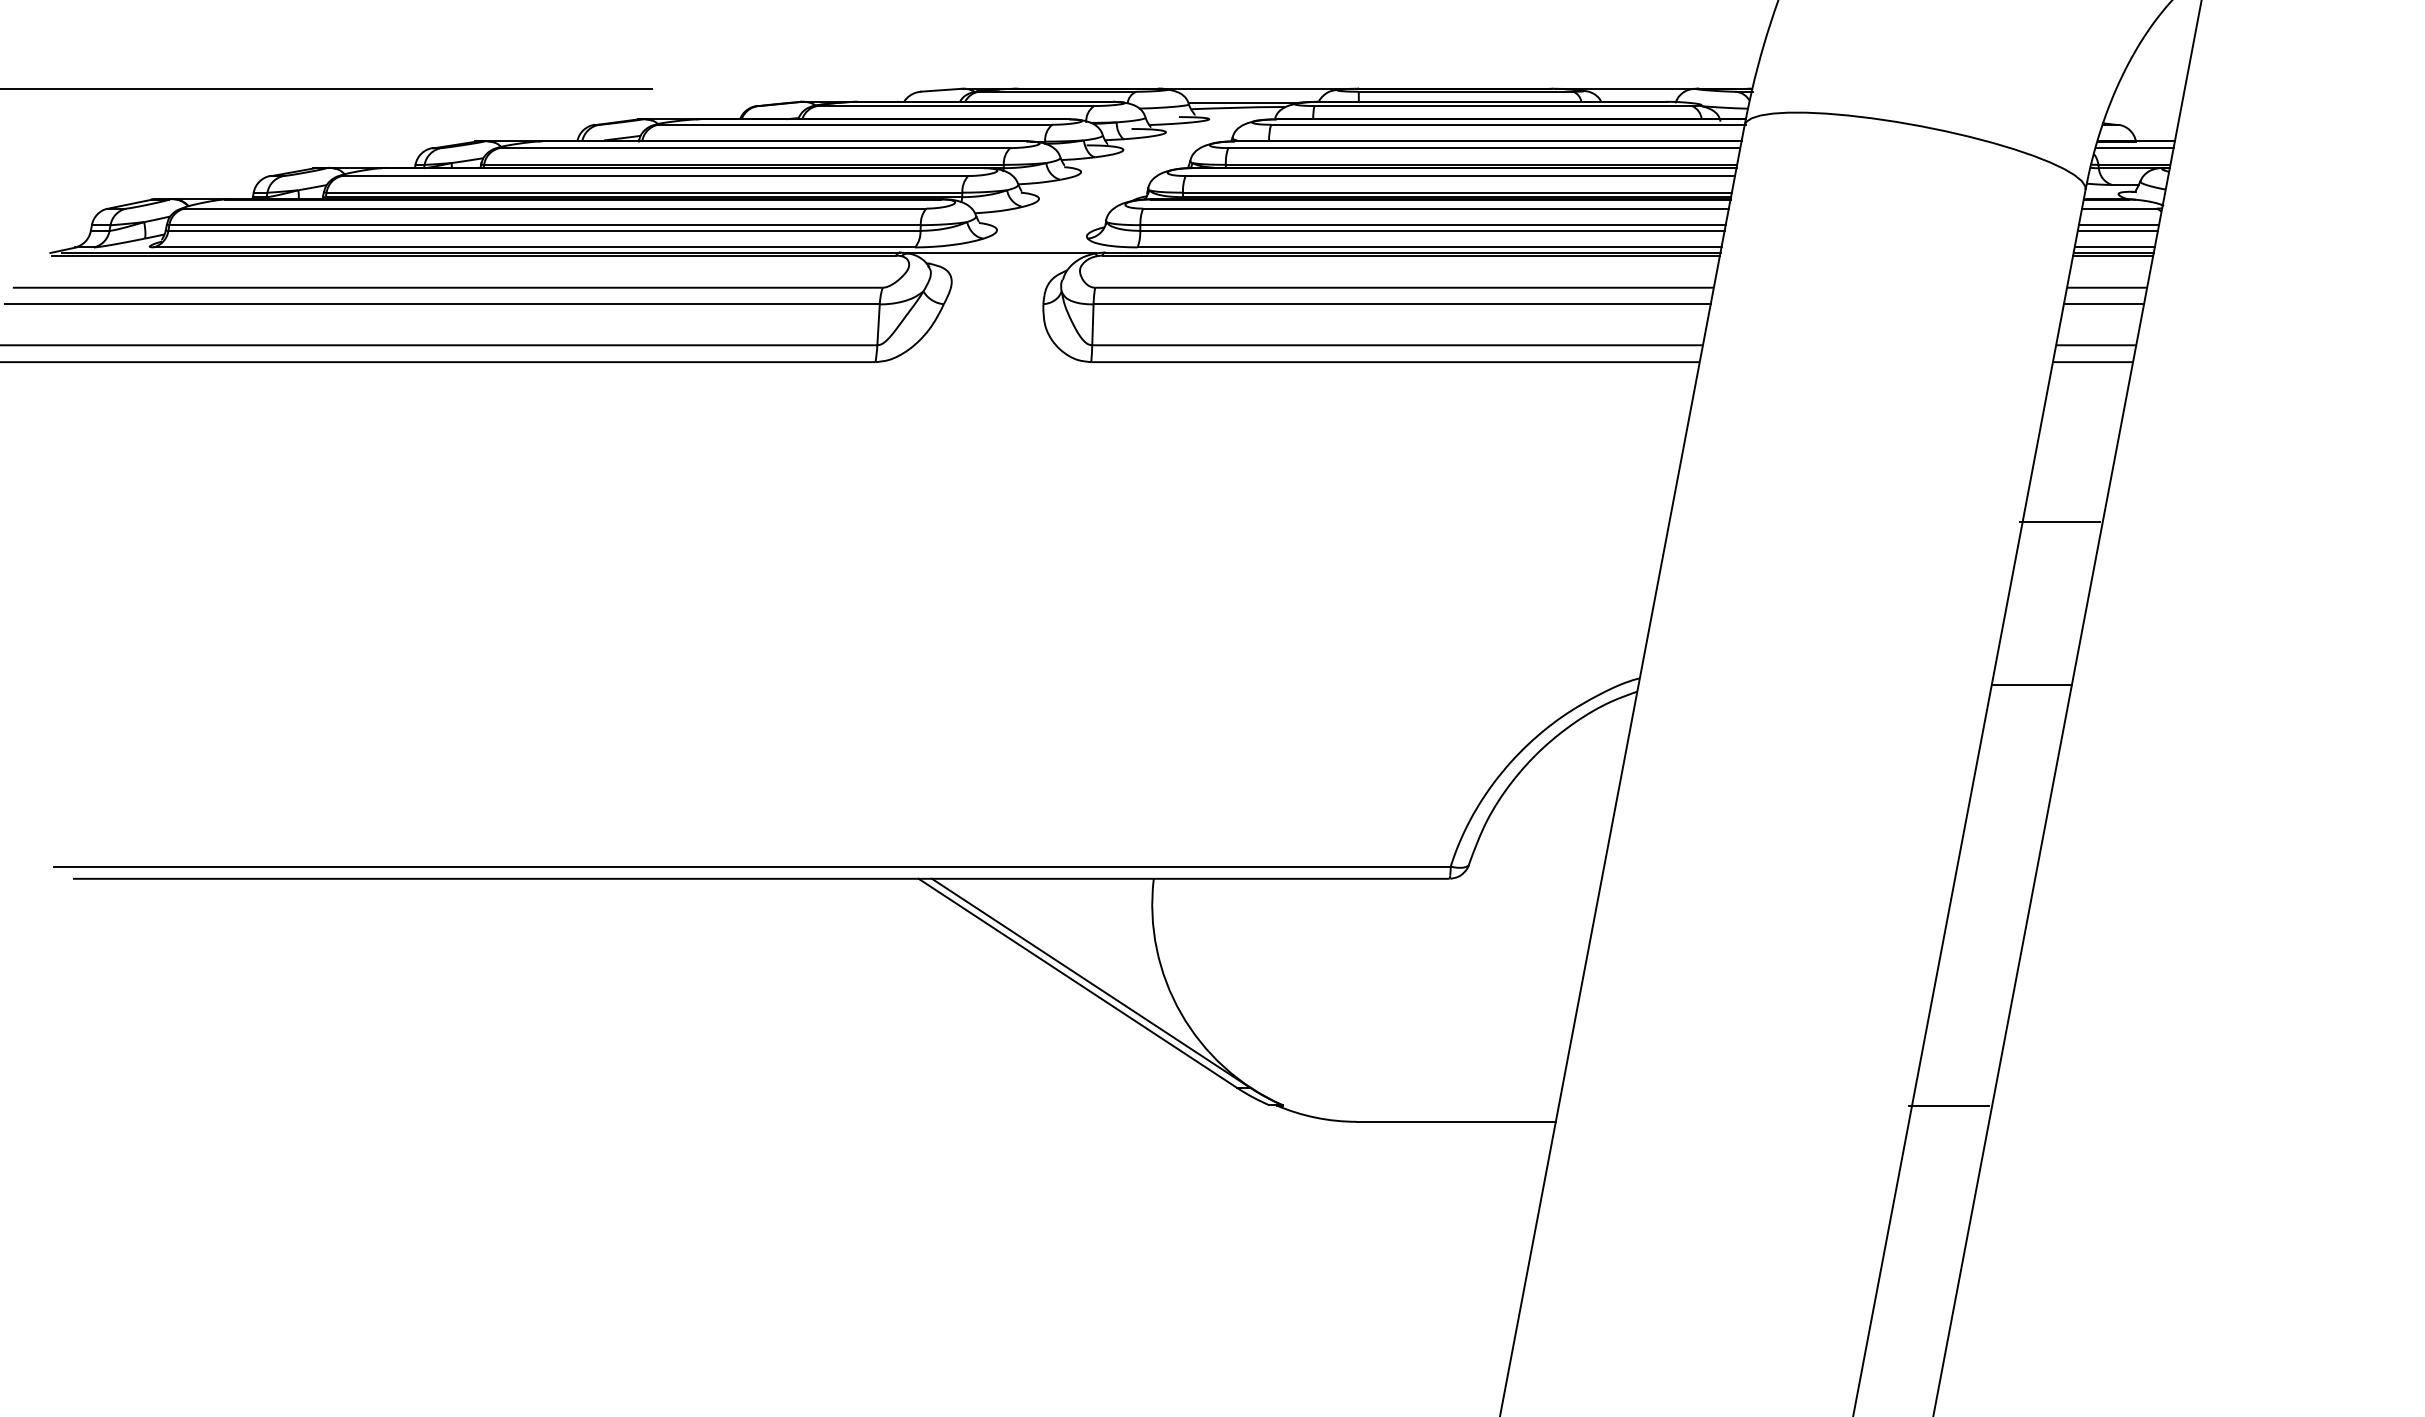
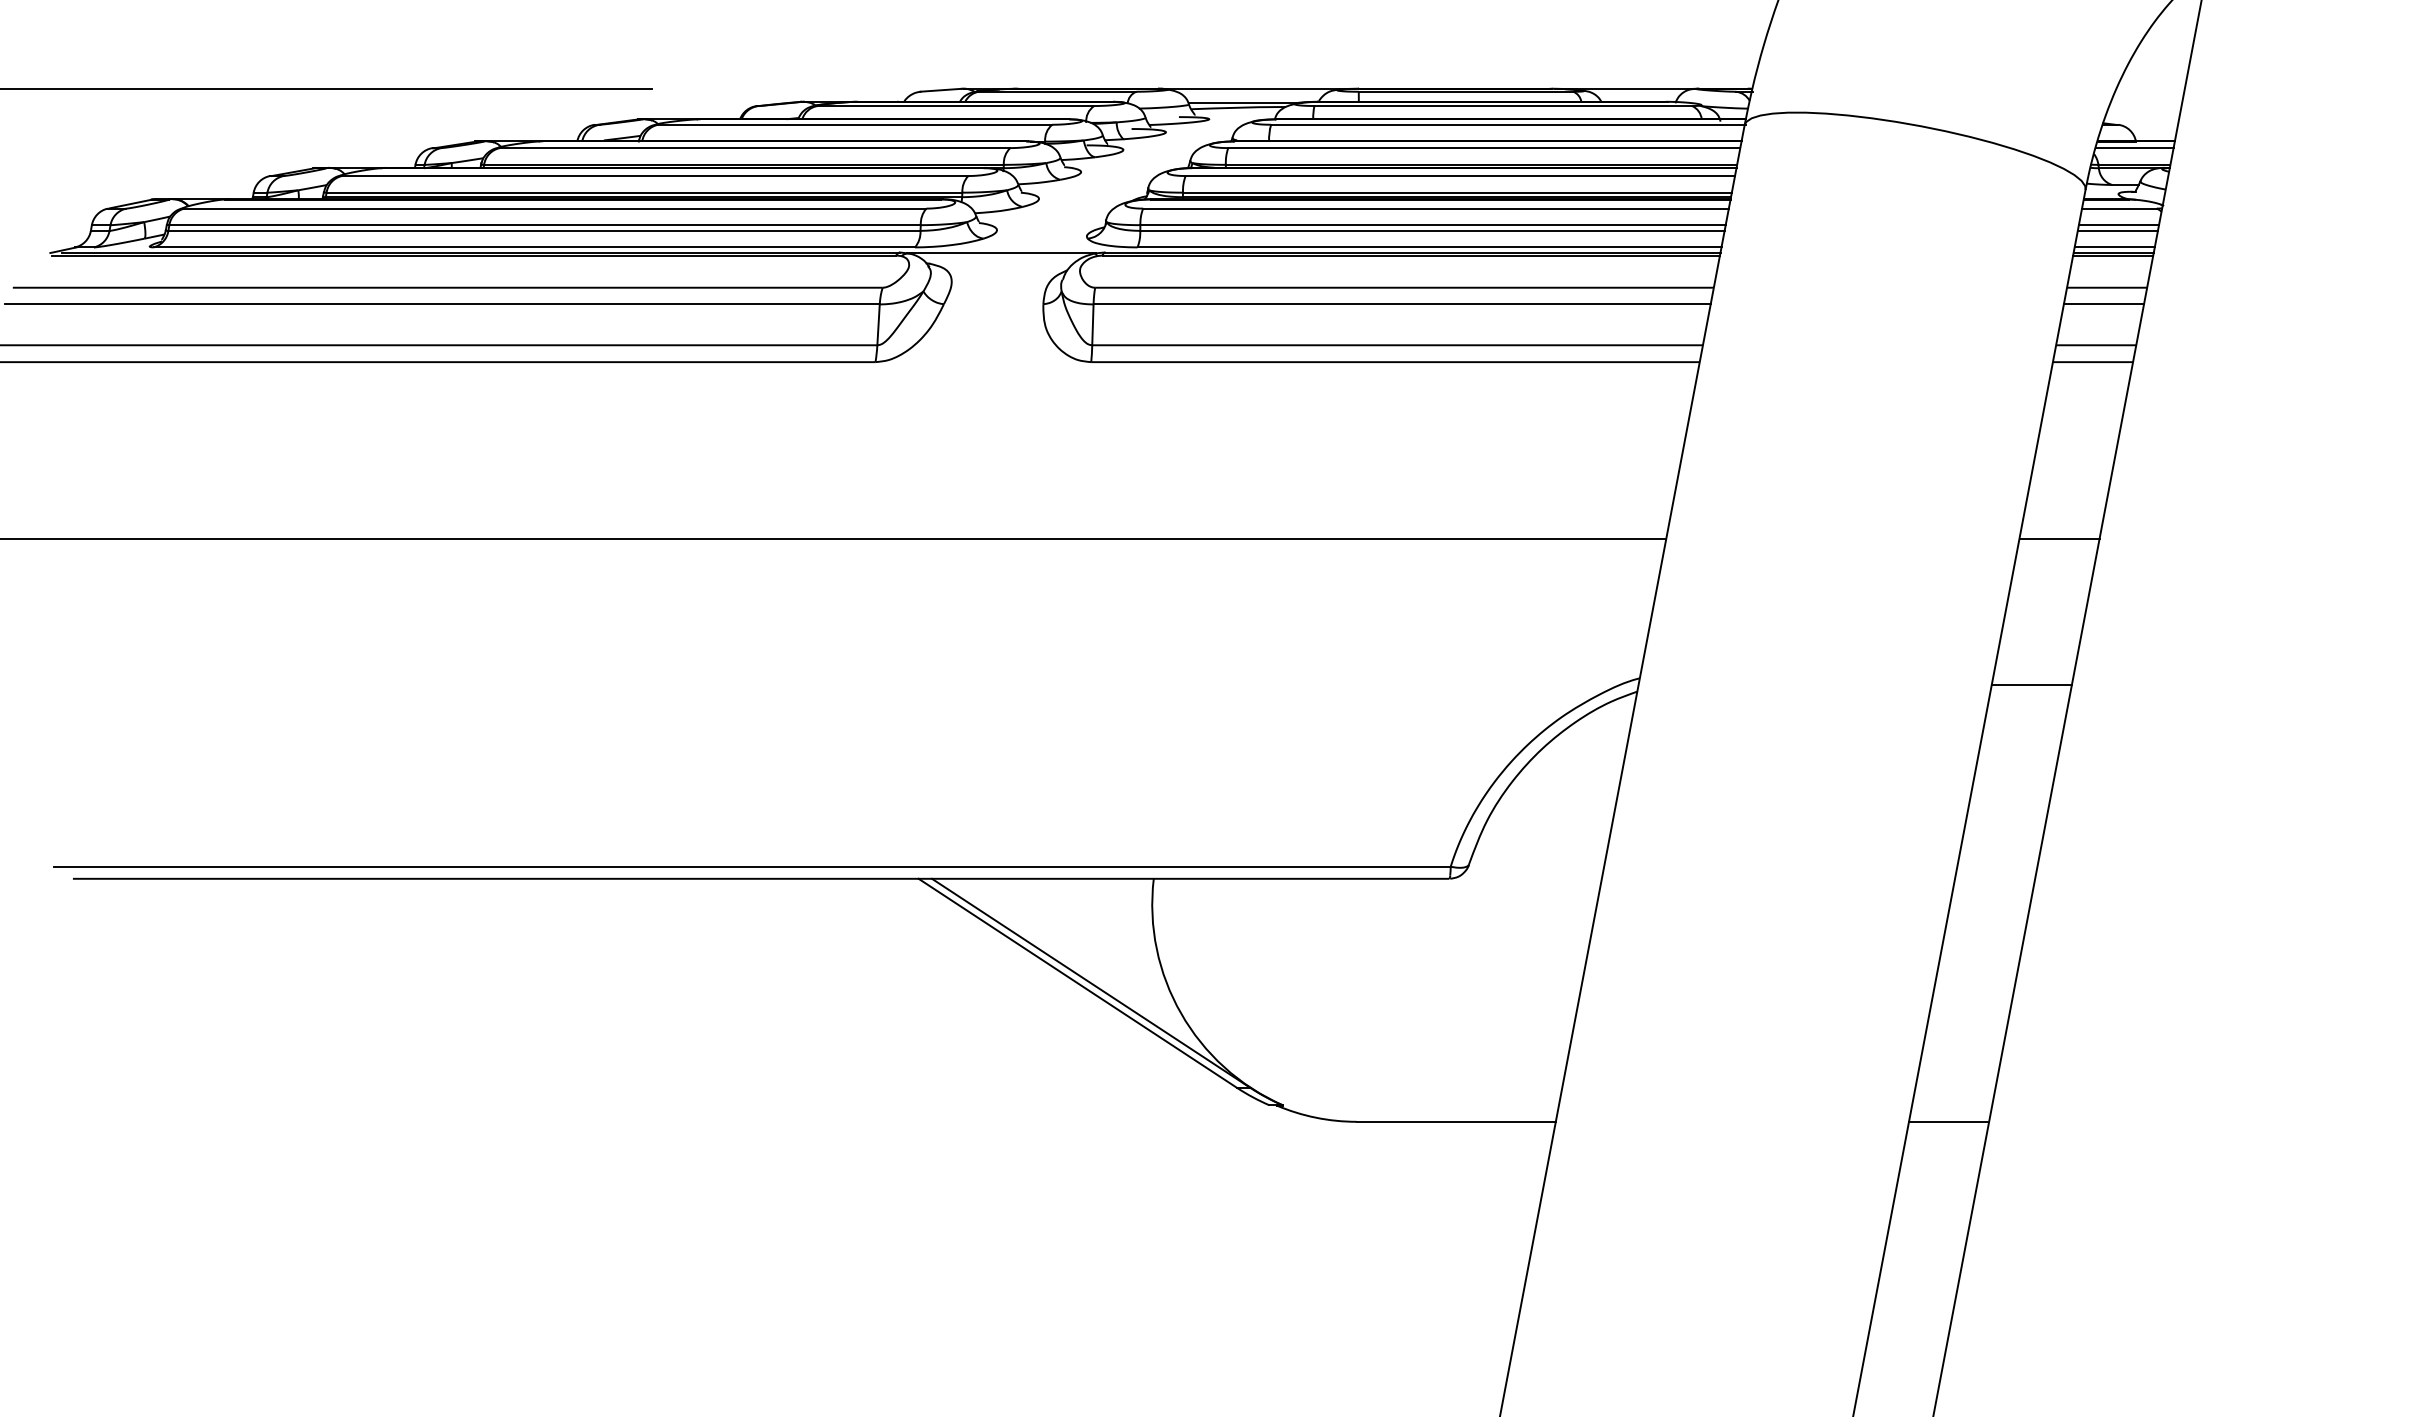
line at (2059, 521) position: (2059, 521) -> (2059, 538)
line at (834, 538): none -> present
line at (1949, 1105) position: (1949, 1105) -> (1949, 1121)
